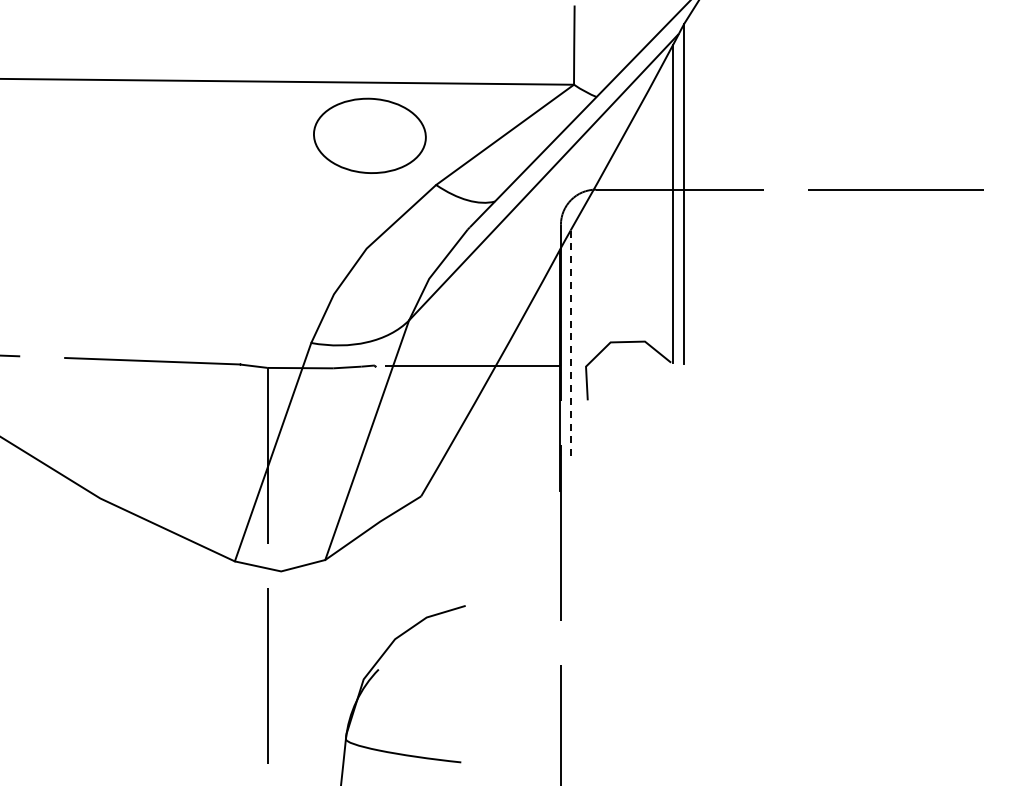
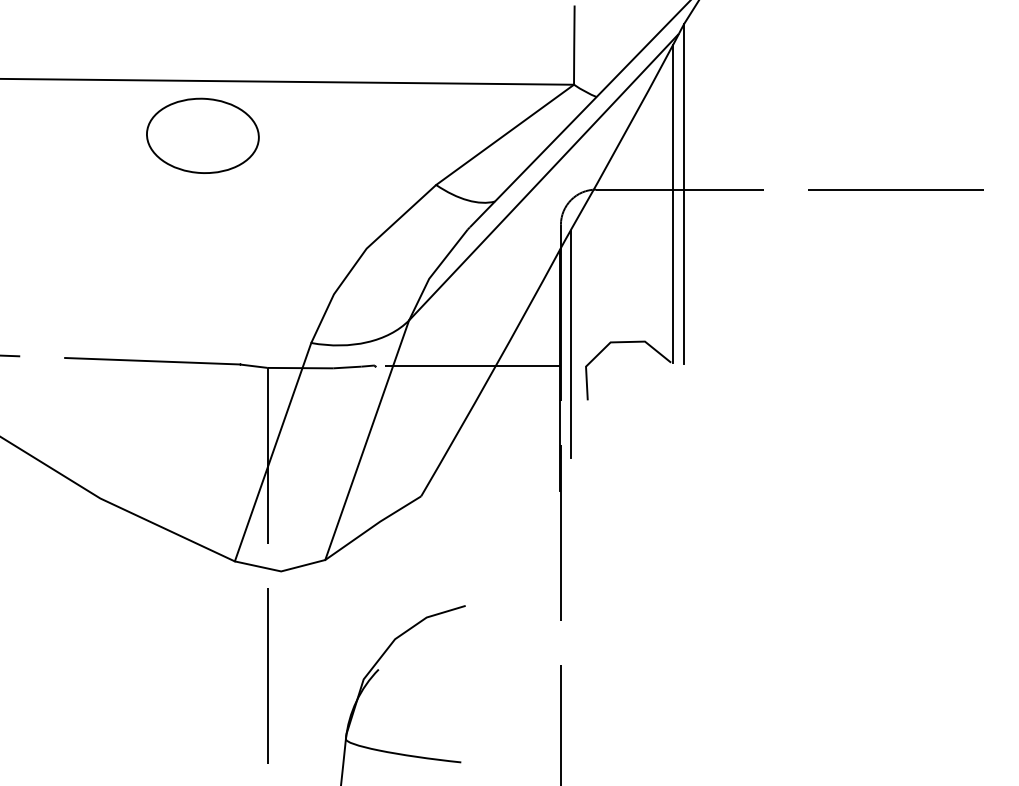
part at (369, 135) position: (369, 135) -> (202, 135)
line at (570, 344): dashed -> solid
